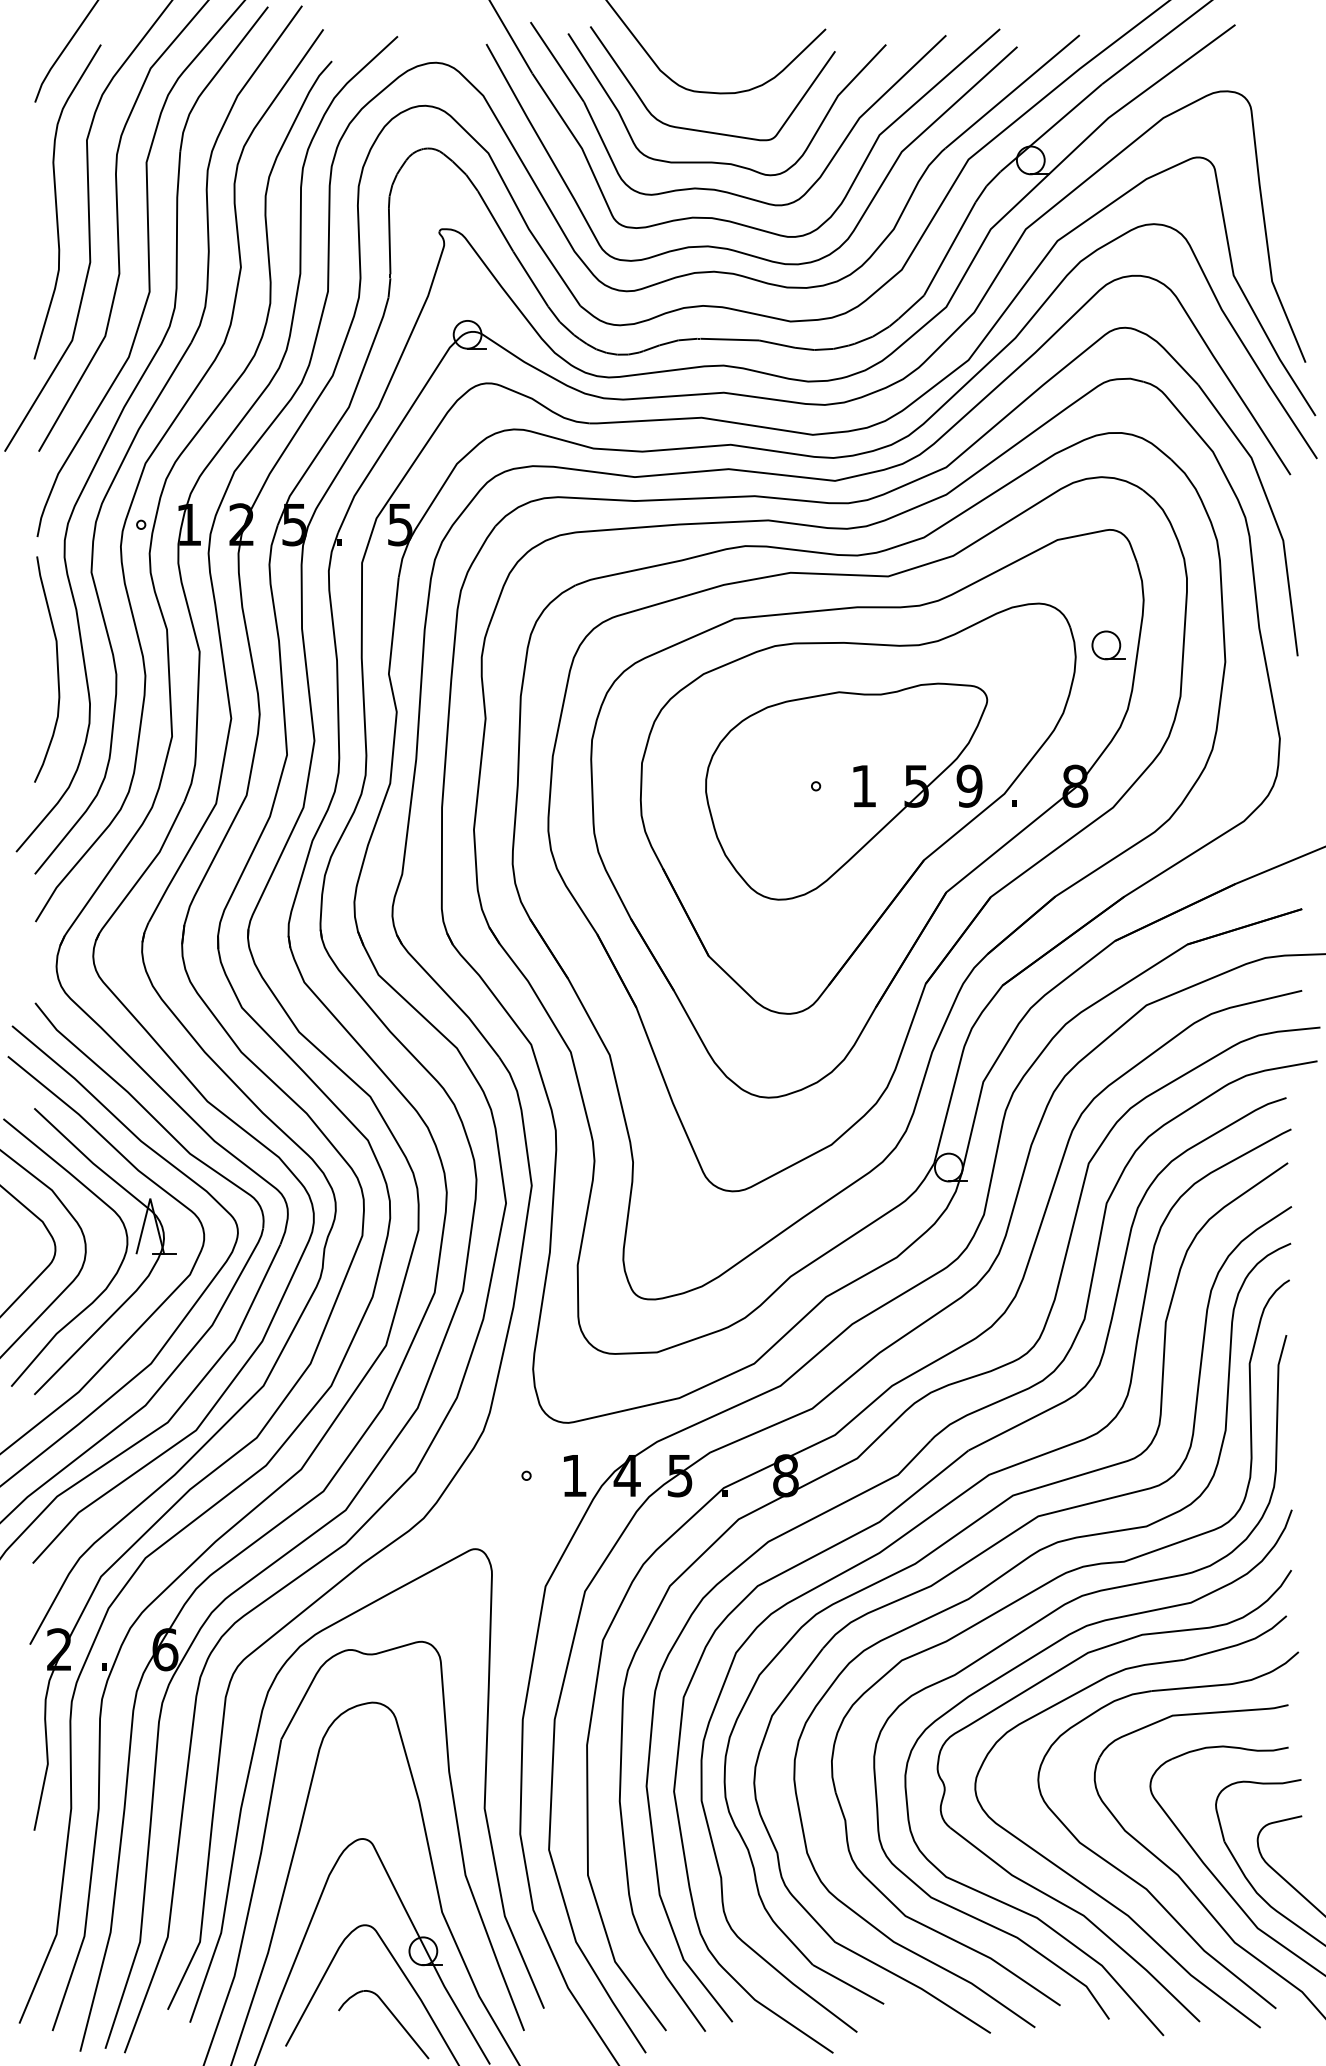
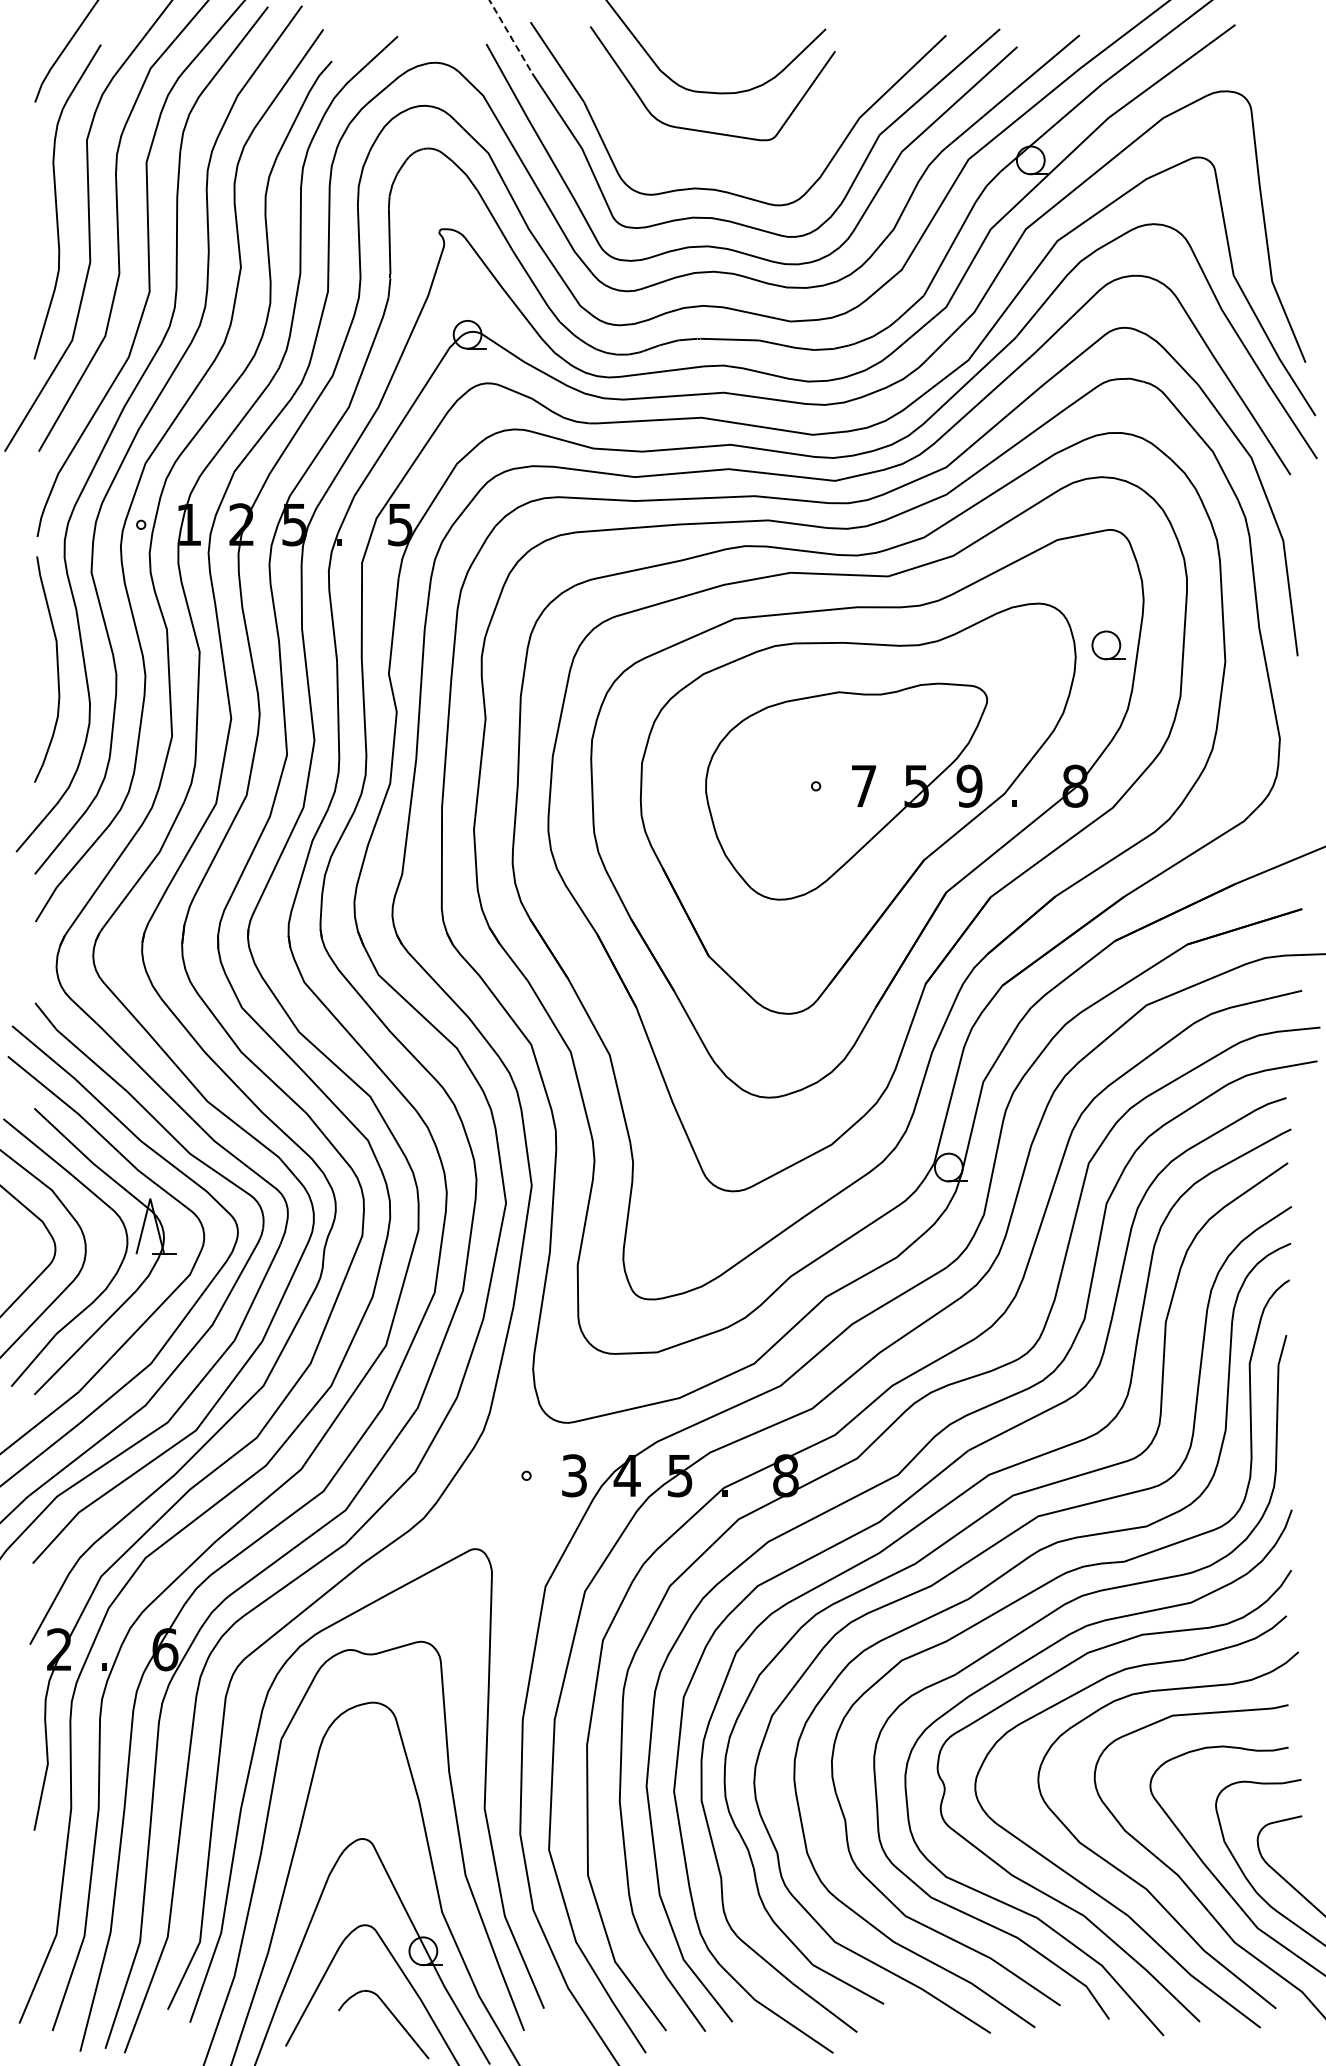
line at (511, 37): solid -> dashed
curve at (726, 162): present -> none
text at (864, 786): 1 -> 7
text at (574, 1475): 1 -> 3
